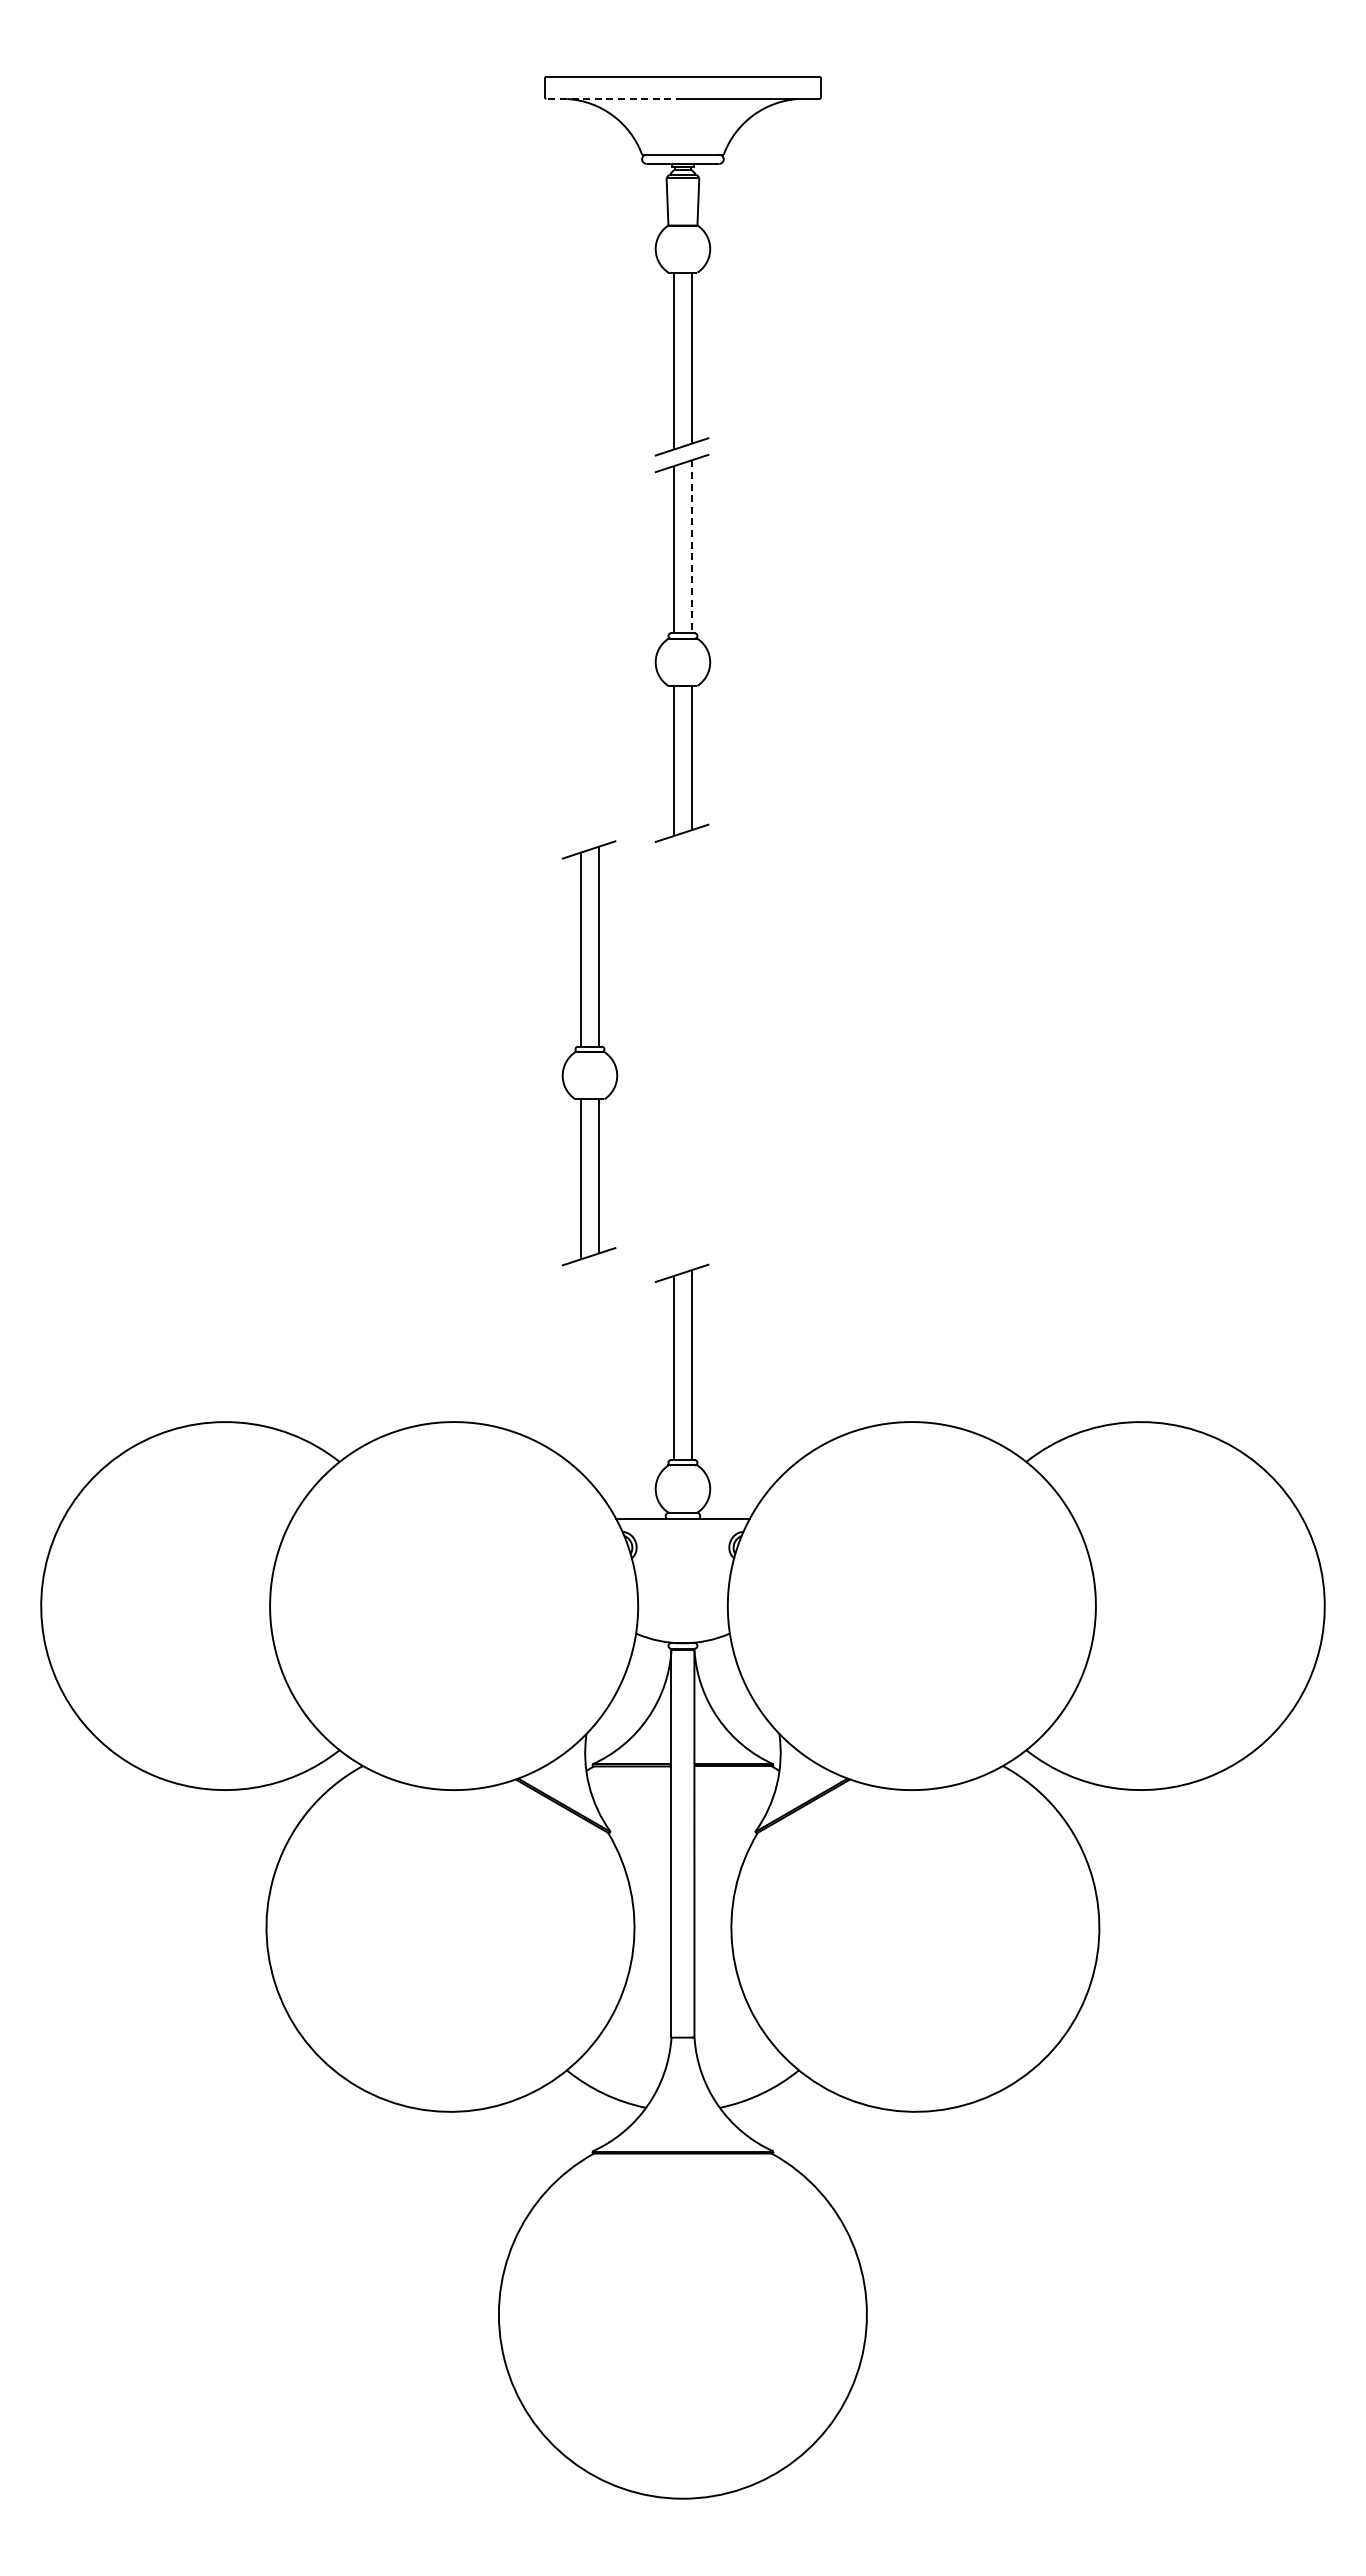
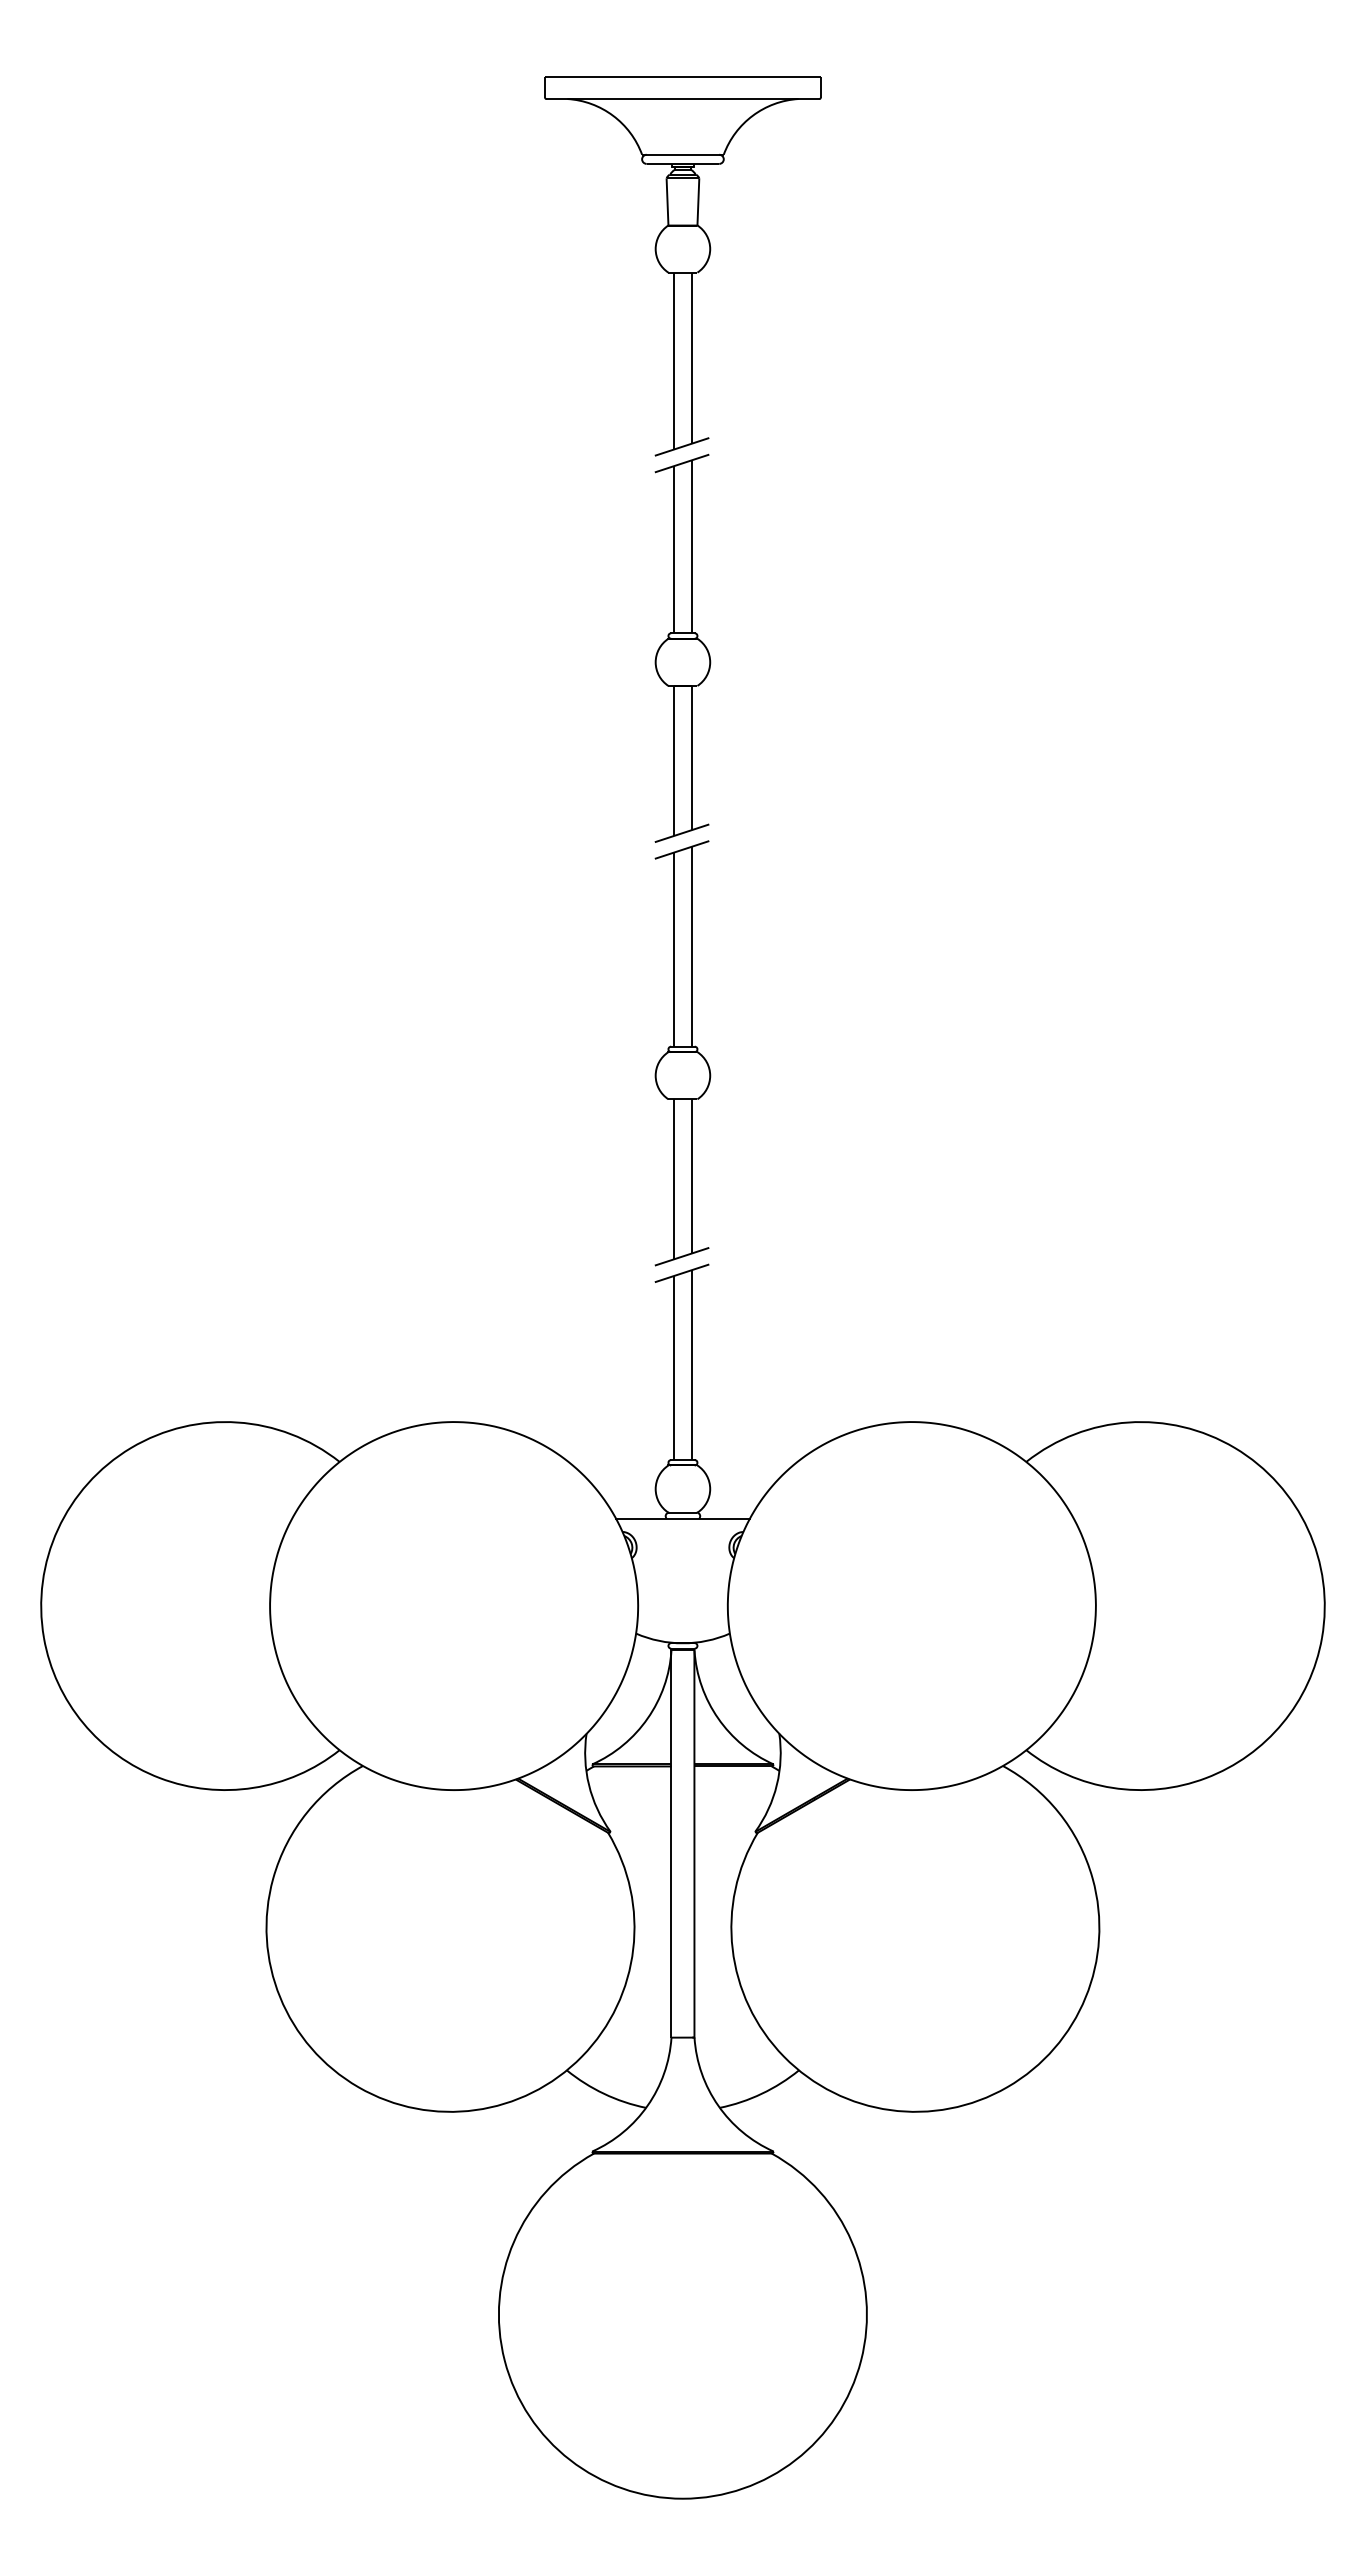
line at (614, 99): dashed -> solid
line at (691, 547): dashed -> solid
part at (589, 1053) position: (589, 1053) -> (682, 1053)
